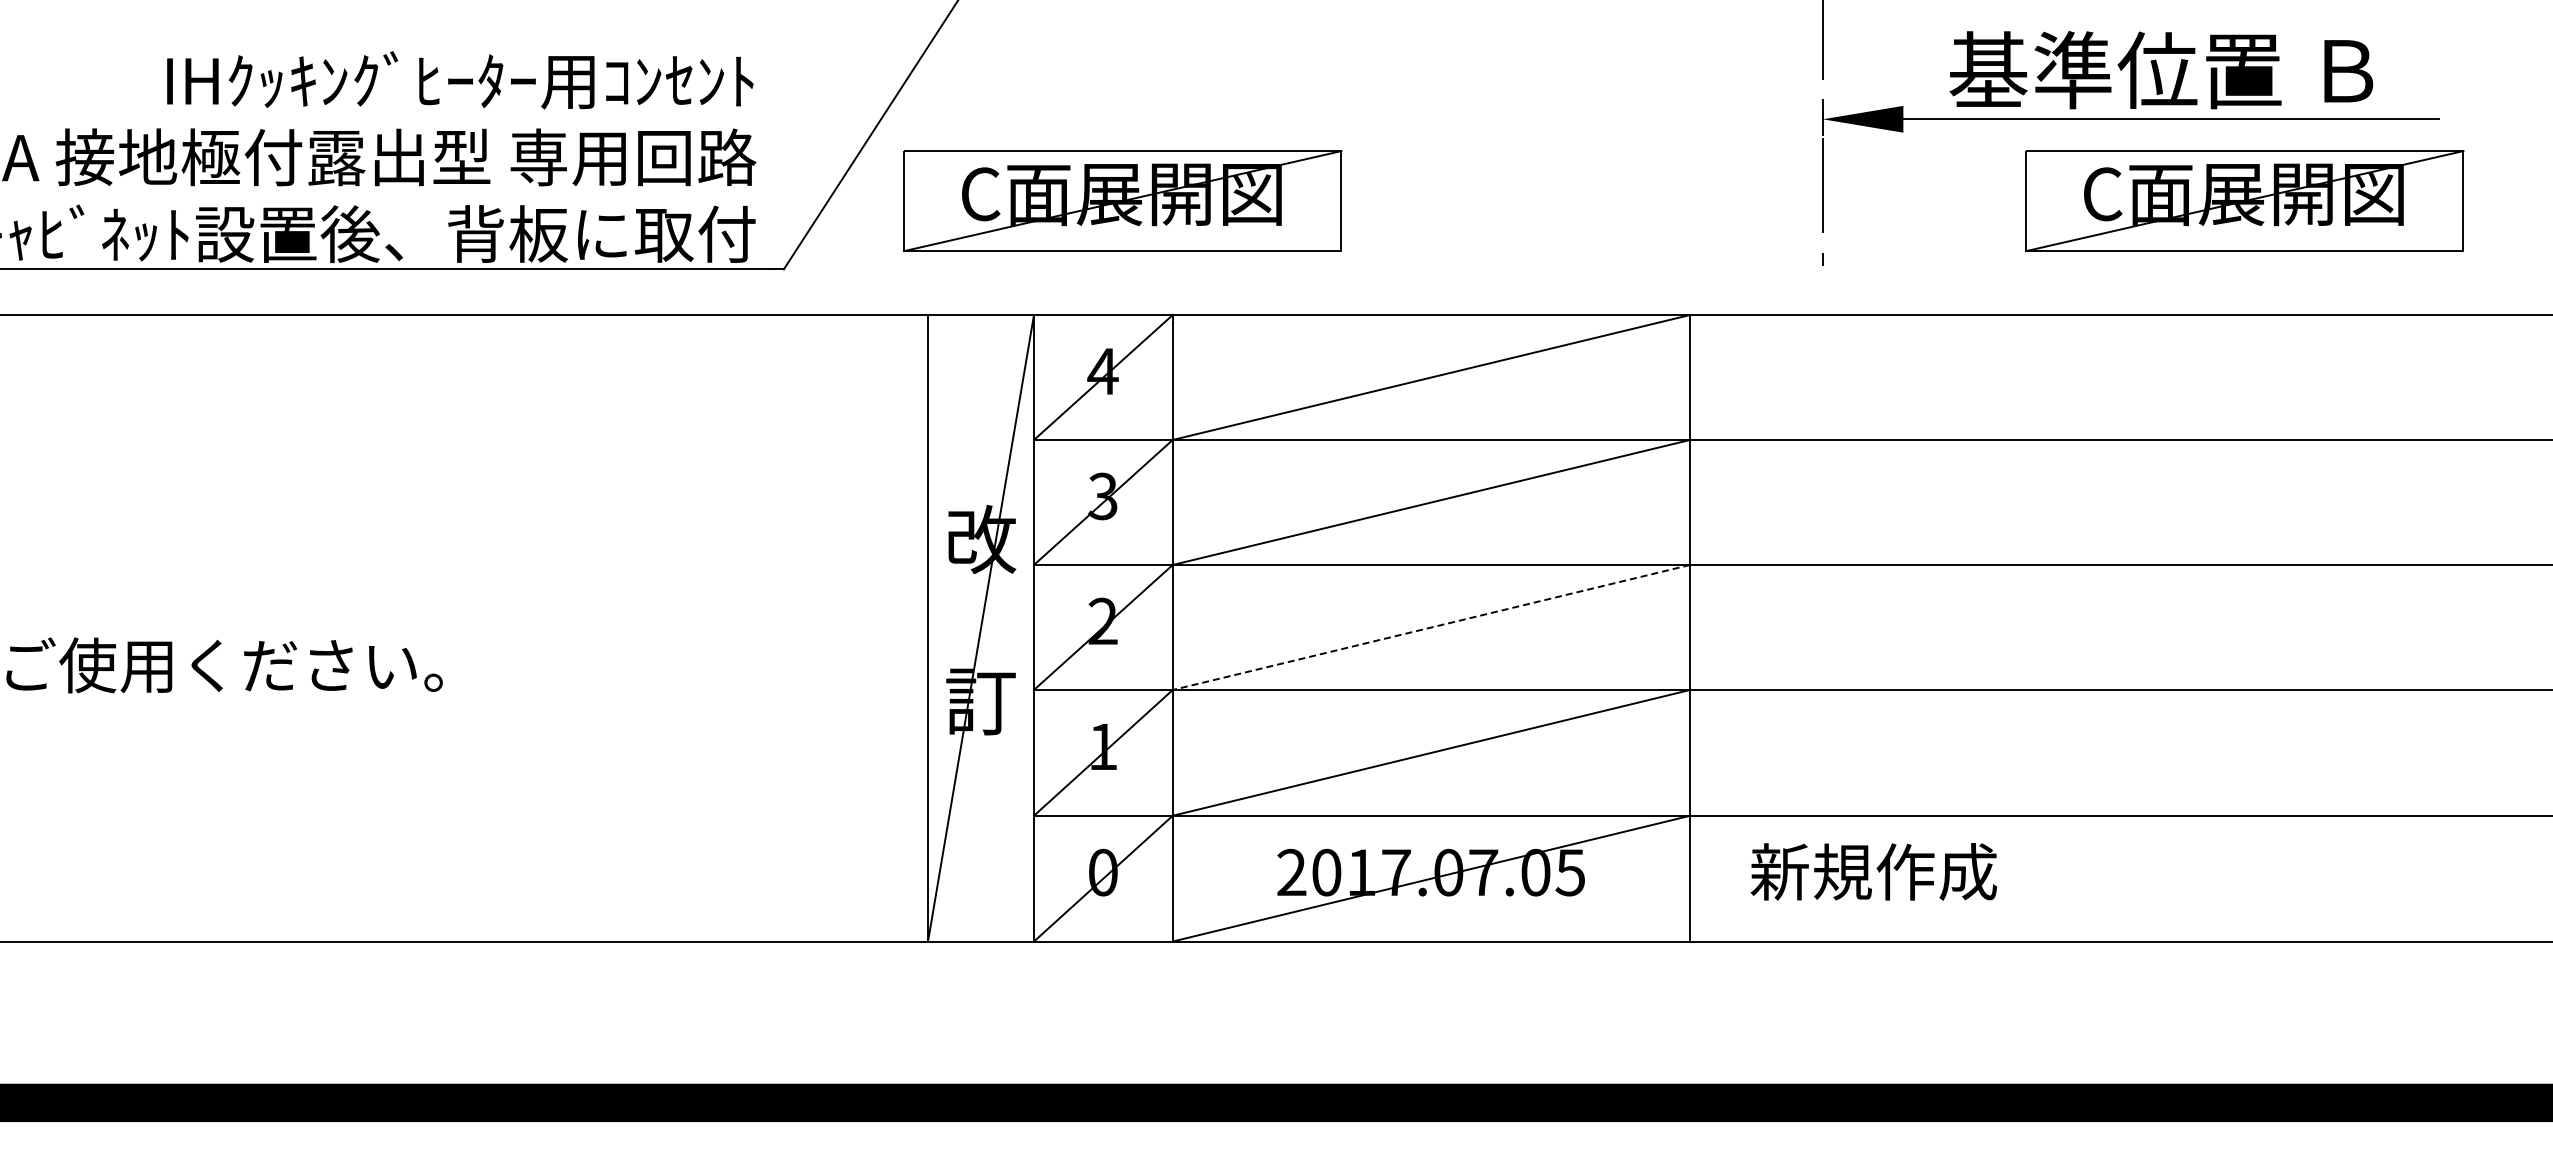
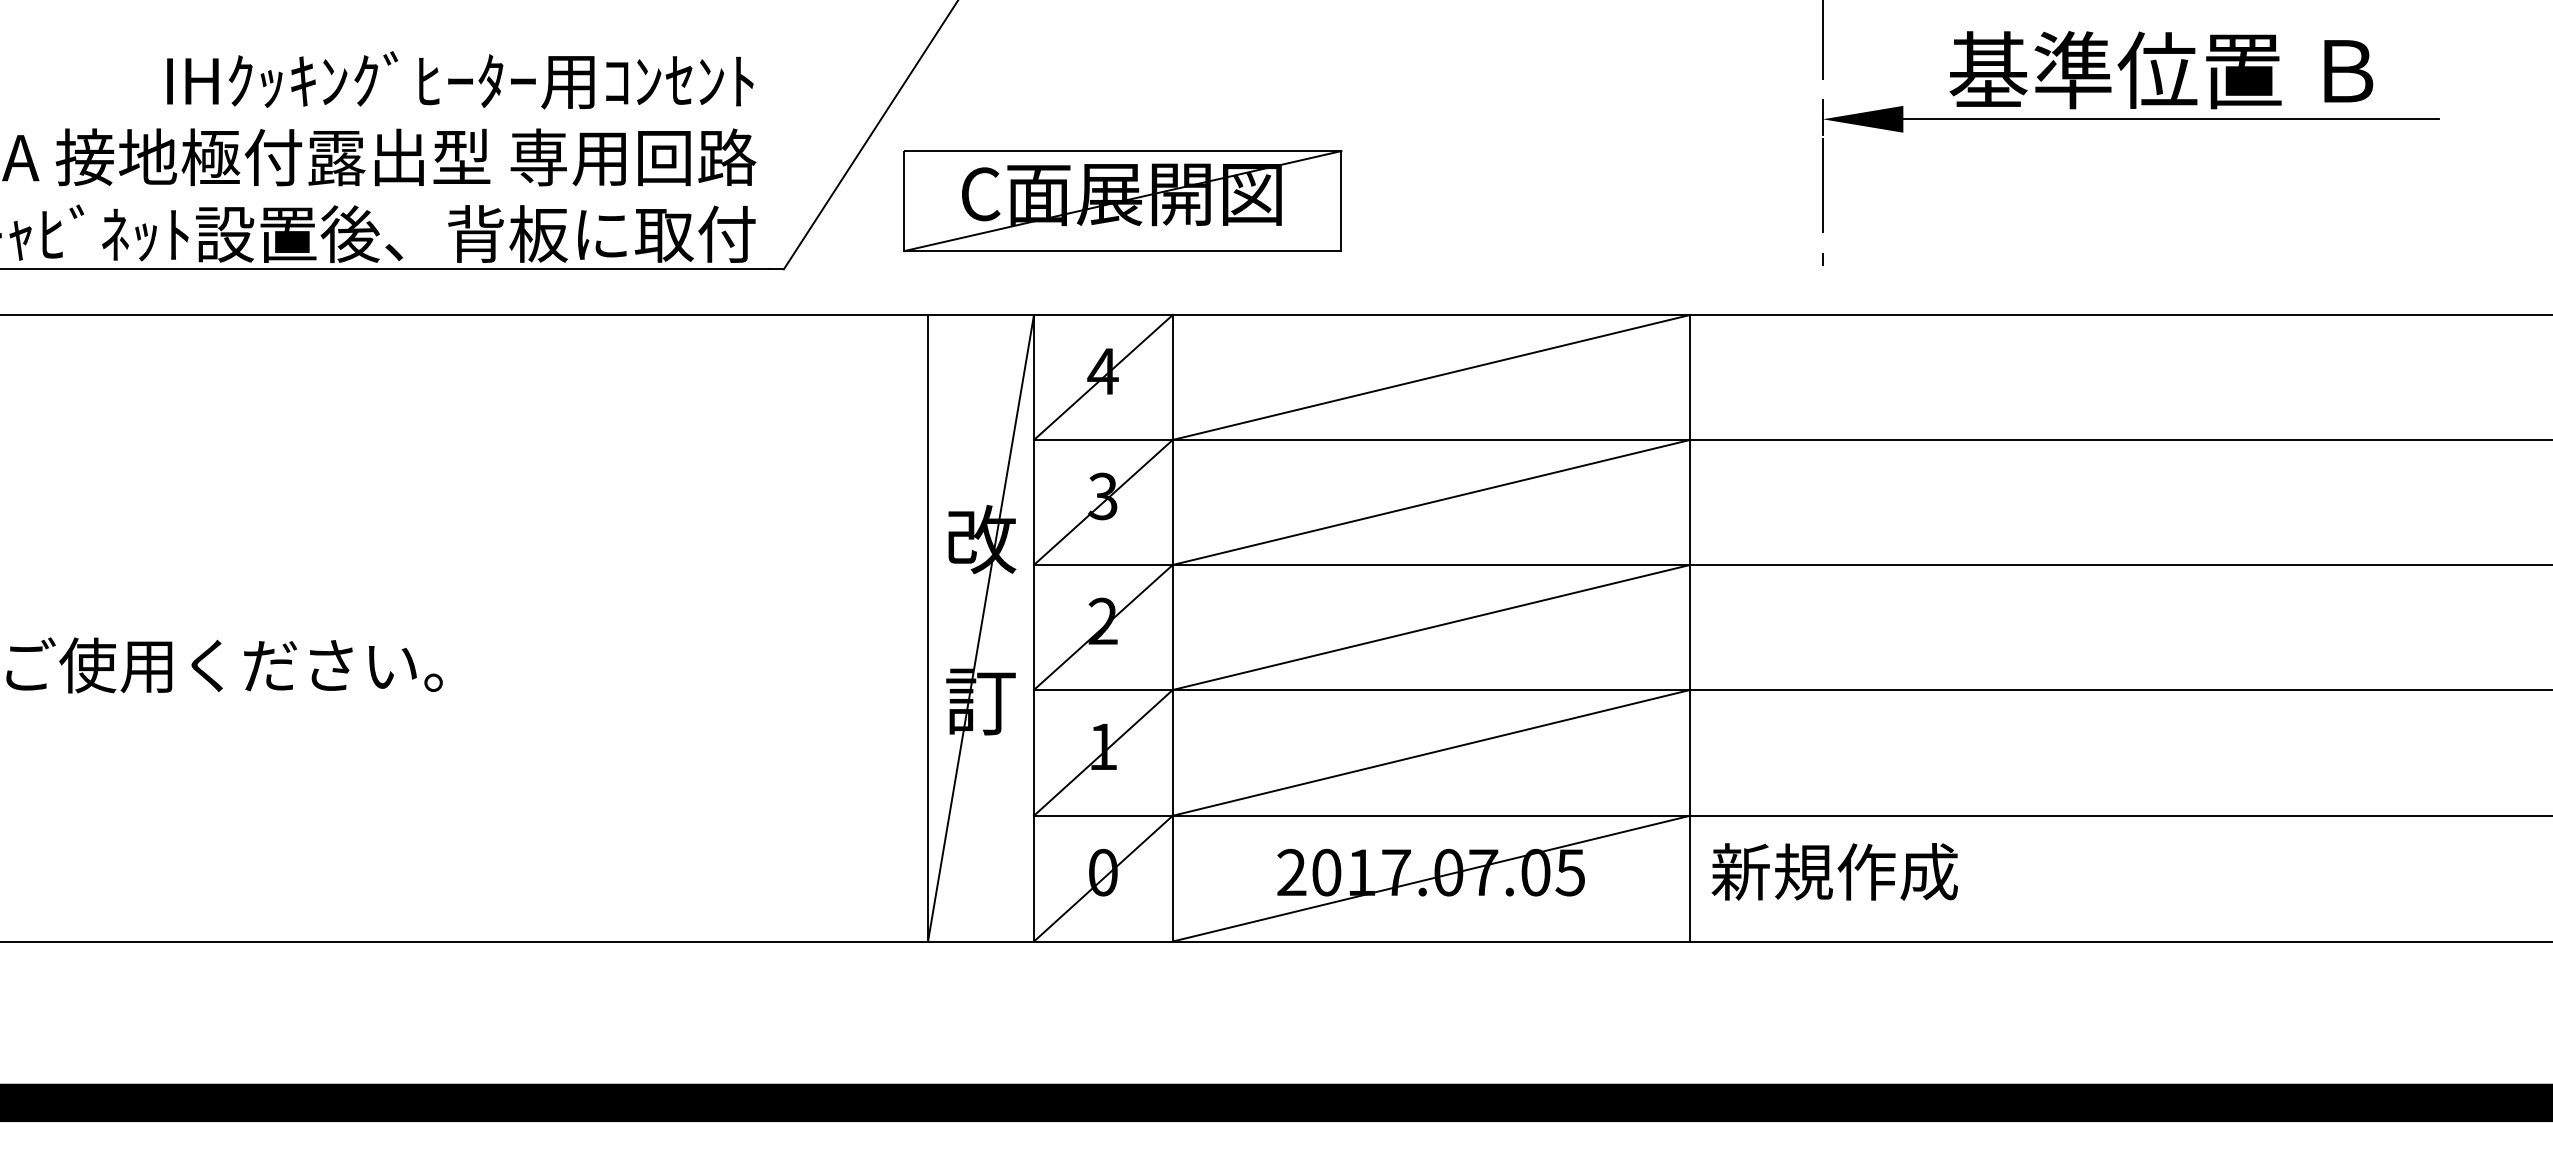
part at (2244, 200): present -> none
line at (1431, 627): dashed -> solid
text at (1873, 871) position: (1873, 871) -> (1834, 871)
